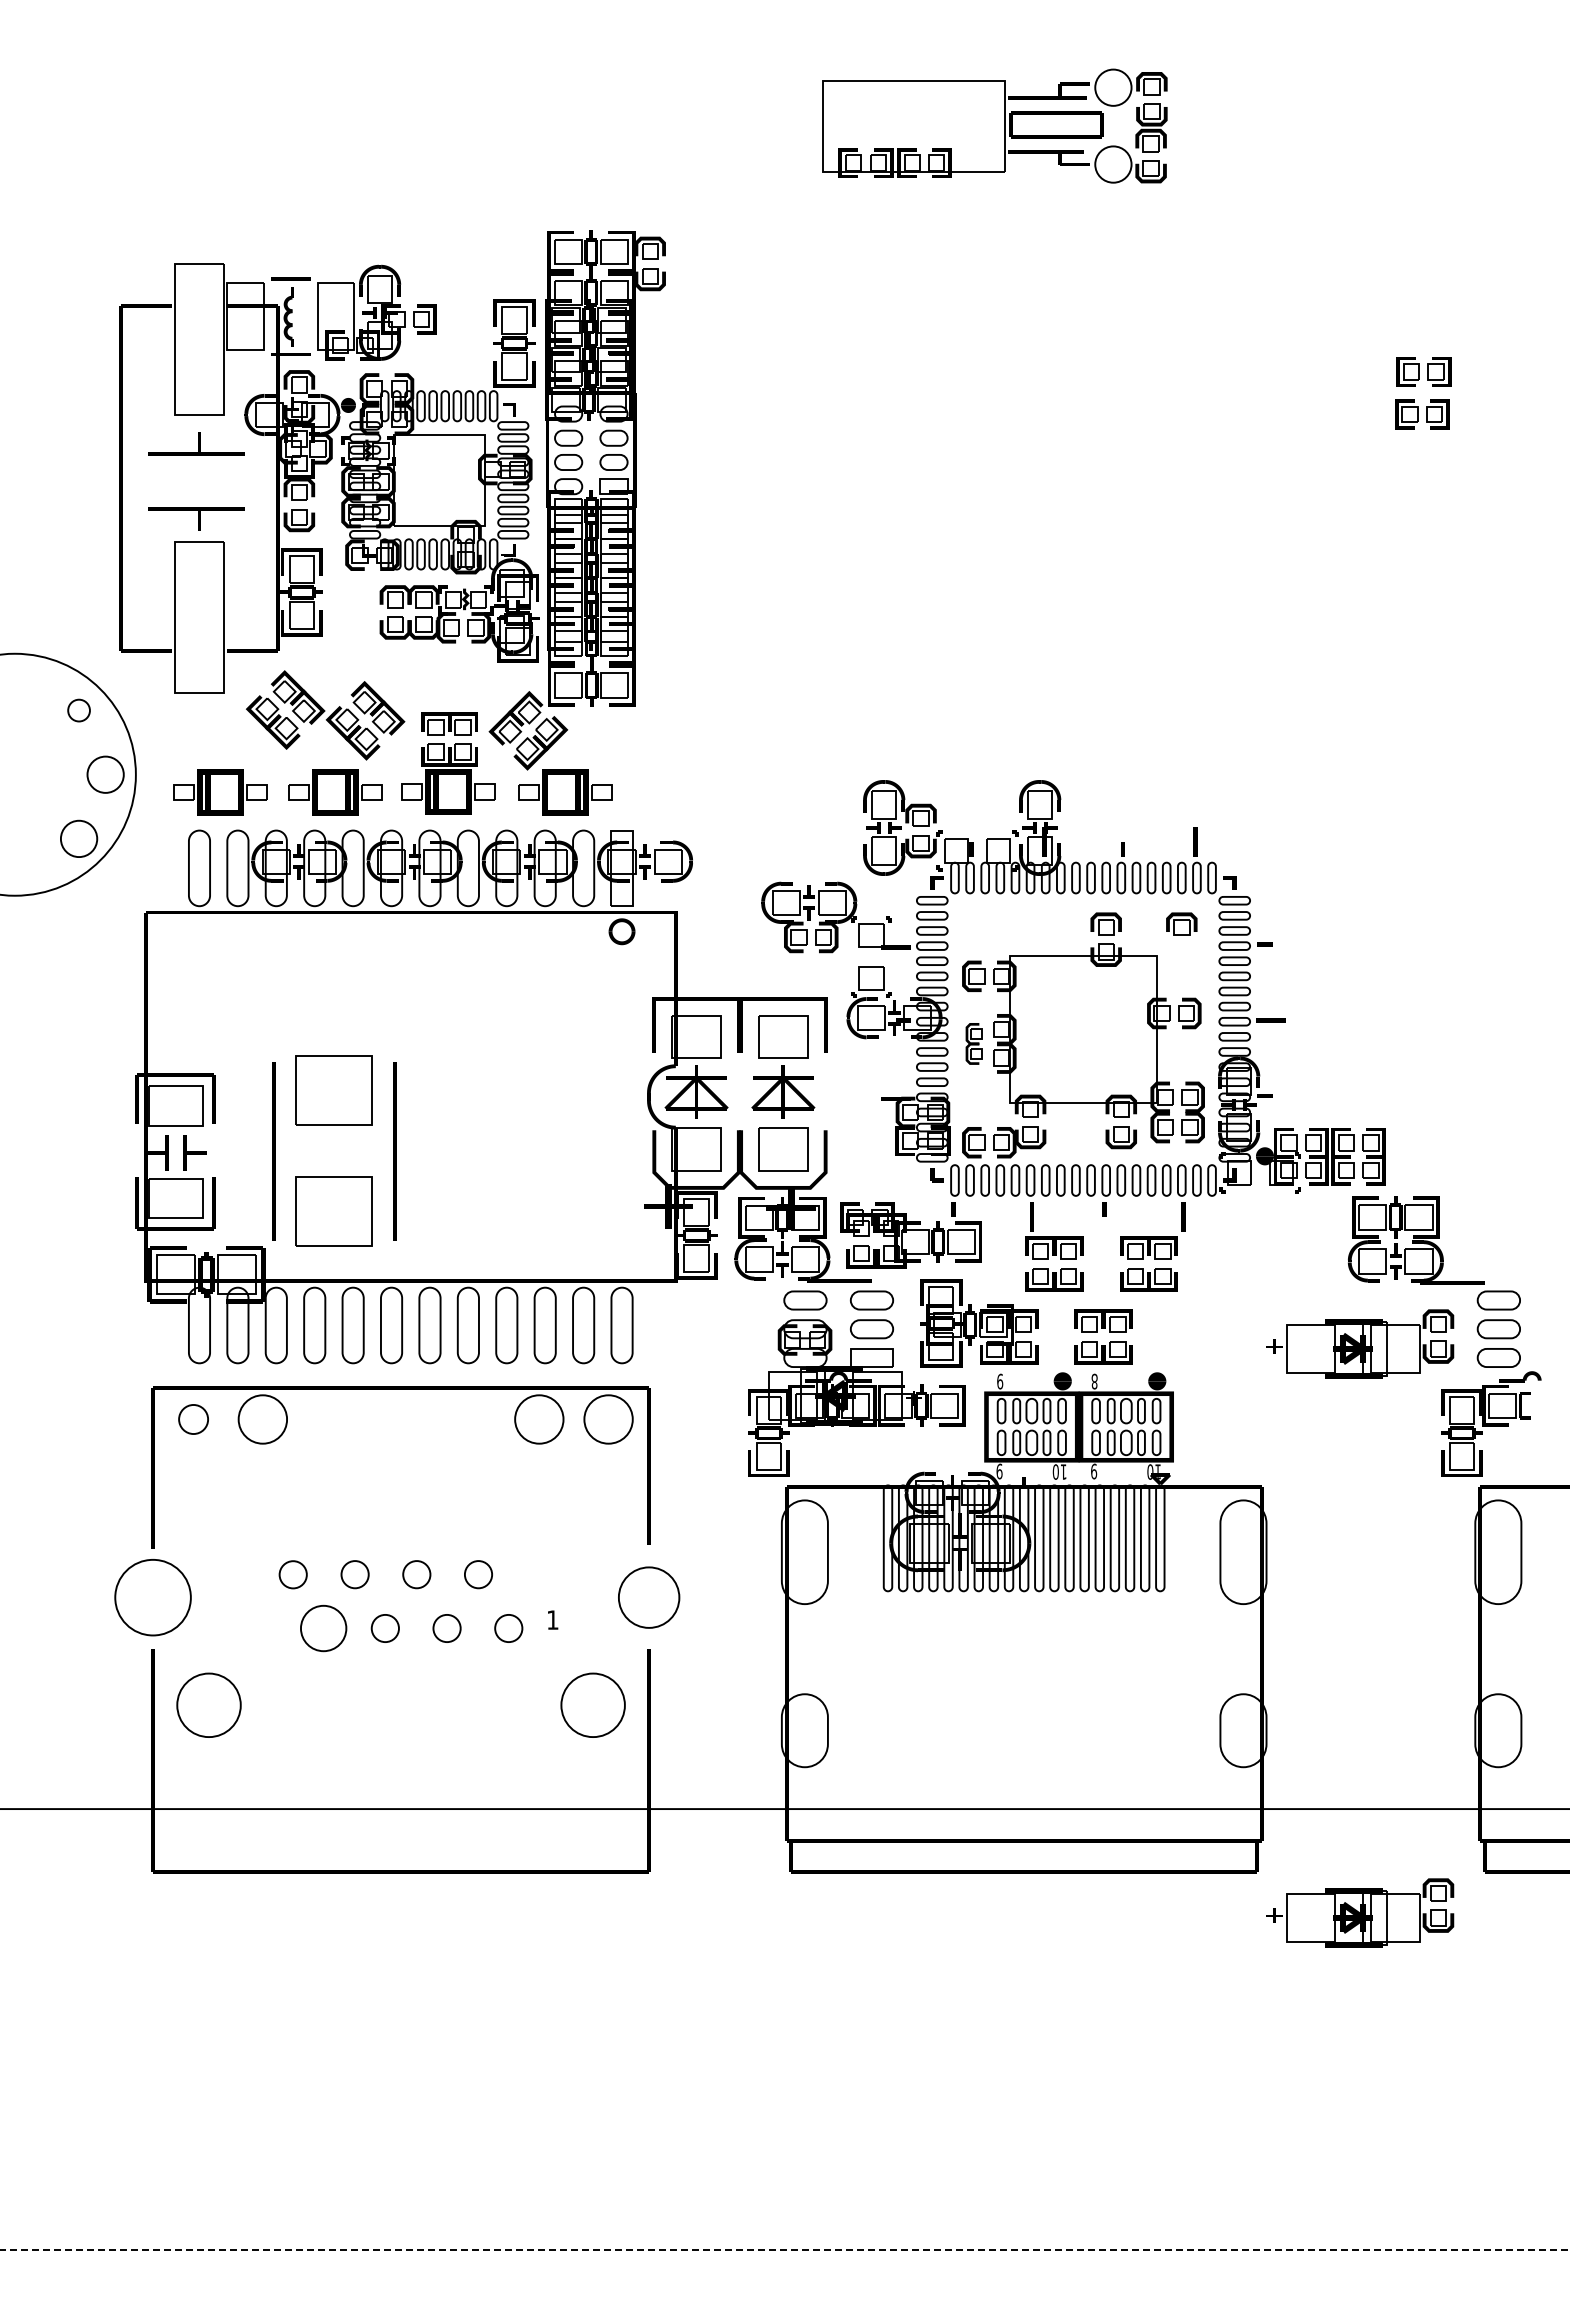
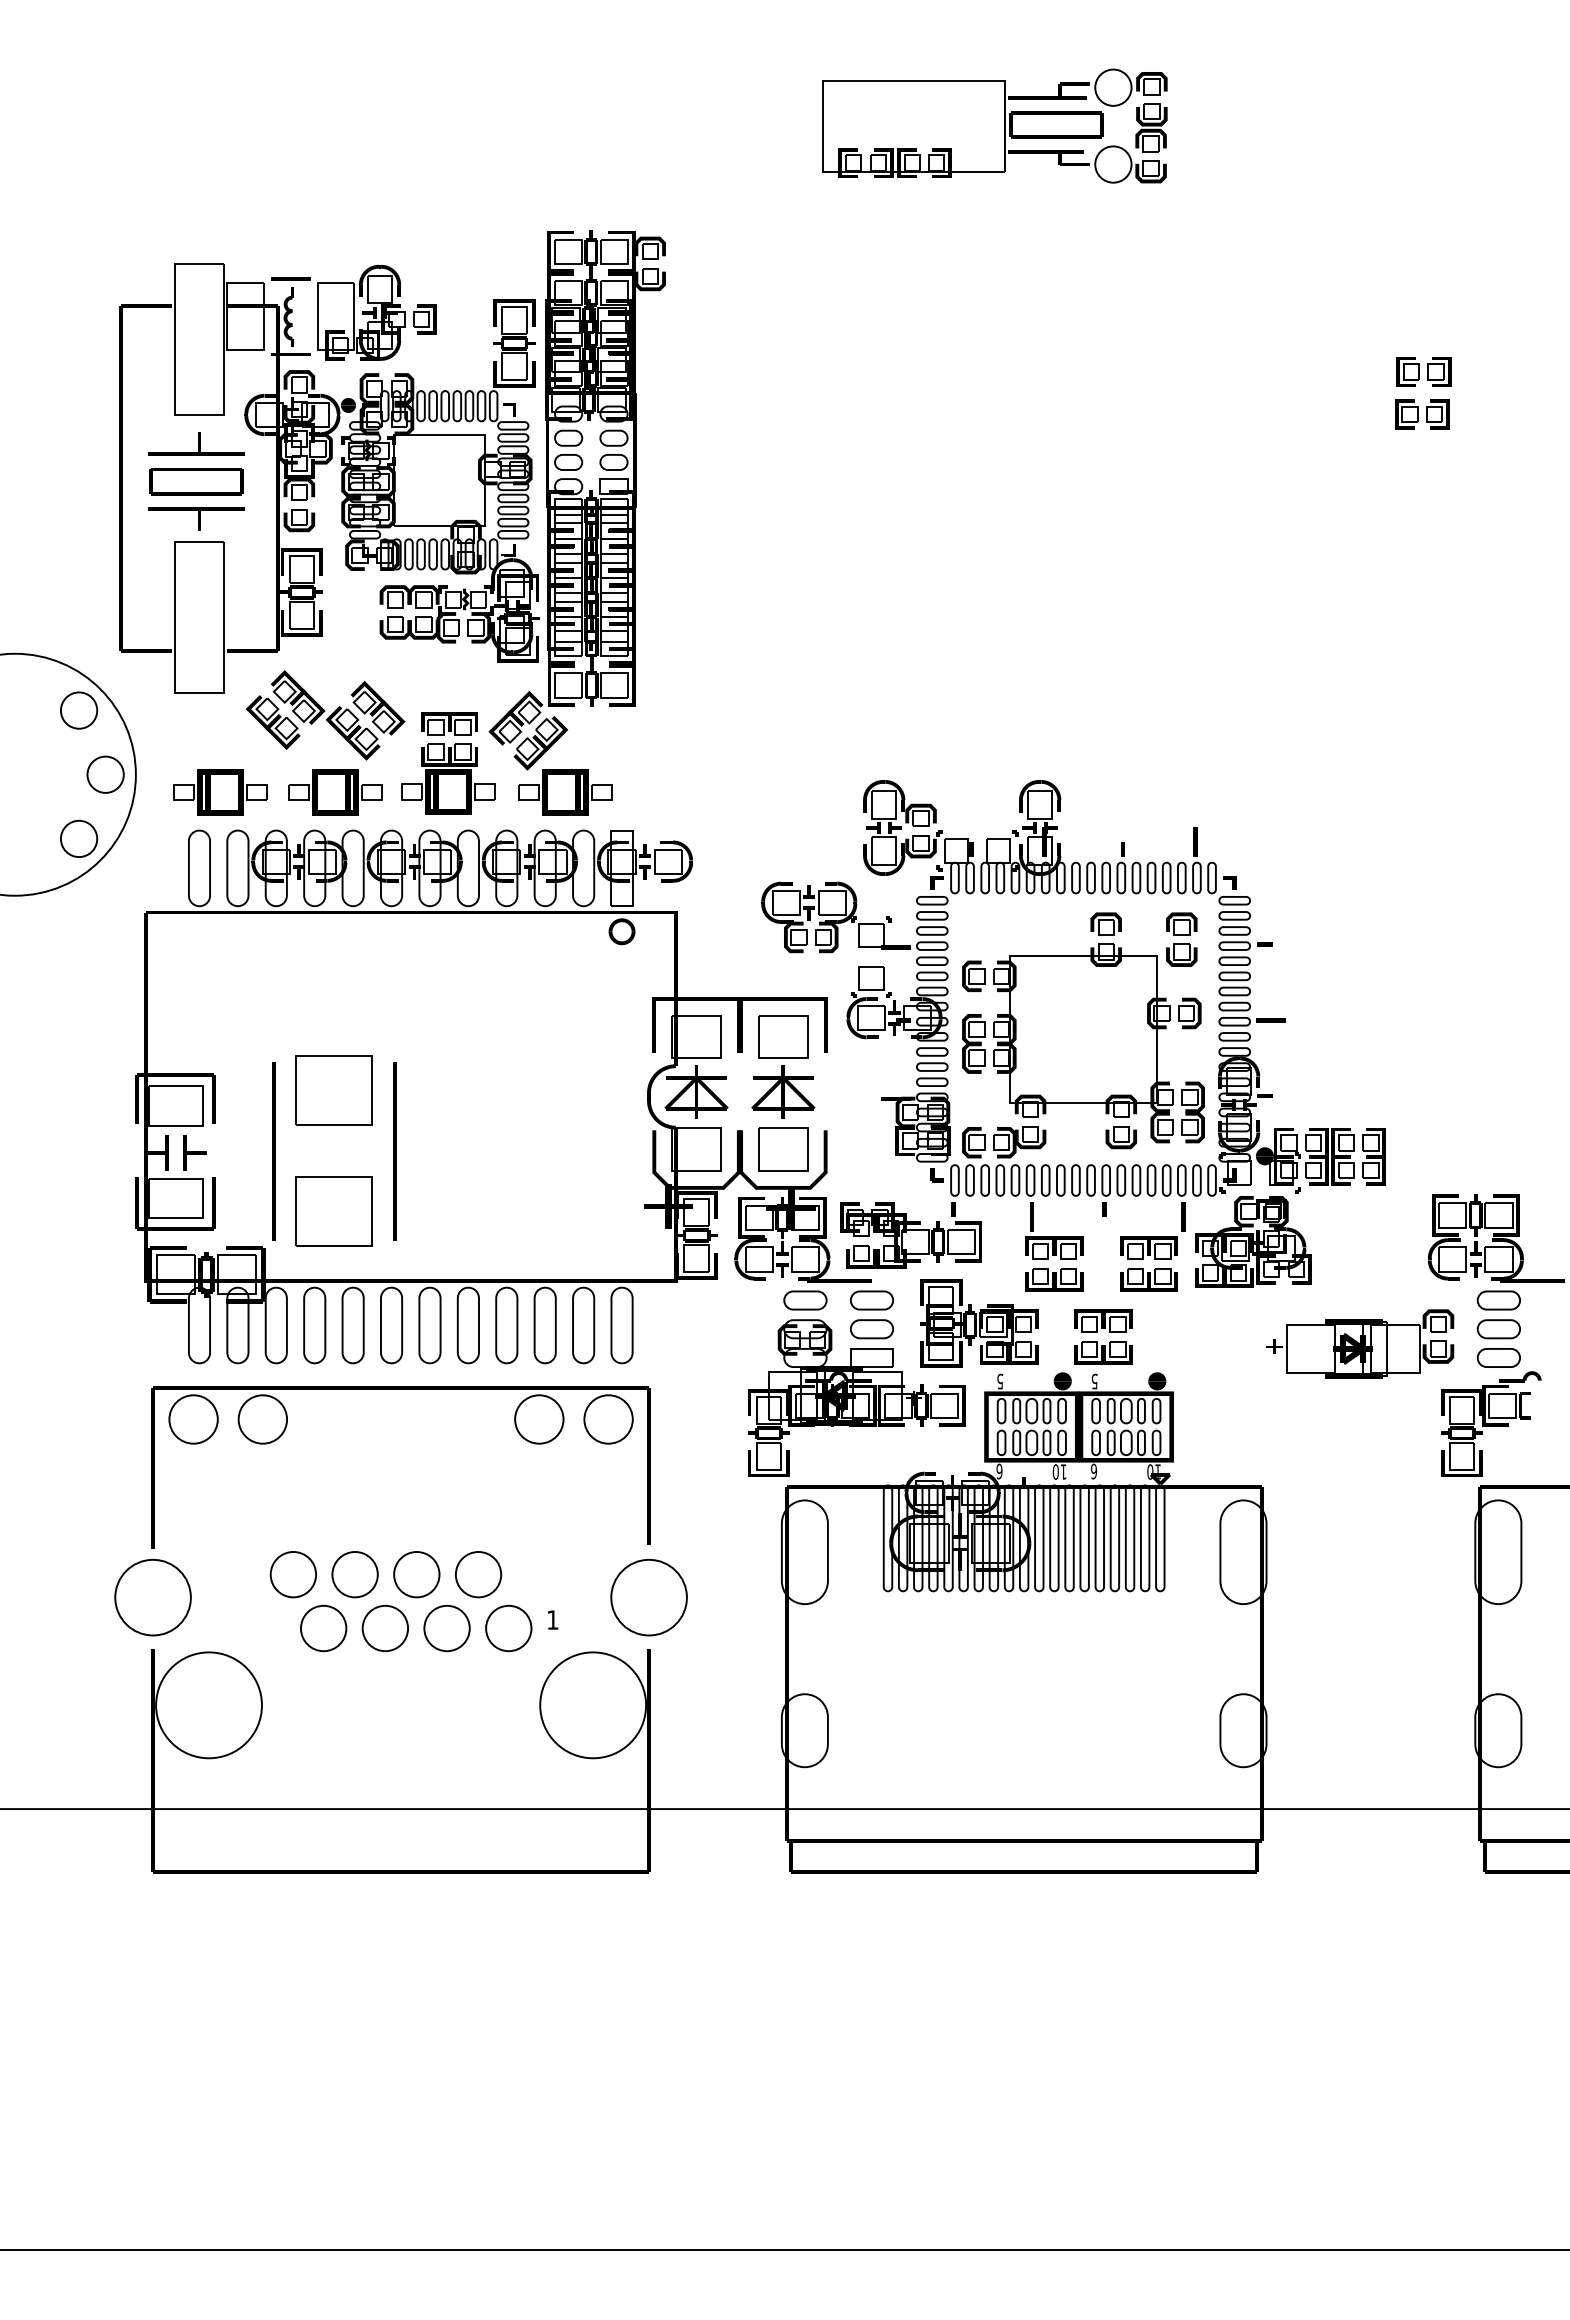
part at (196, 481): none -> present
circle at (78, 710) diameter: 22 px -> 36 px
part at (1181, 954): none -> present
part at (973, 1043) size: 18x42 px -> 24x60 px
part at (1416, 1240) position: (1416, 1240) -> (1496, 1238)
part at (1253, 1241): none -> present
text at (1000, 1381): 9 -> 5
text at (1094, 1381): 8 -> 5
circle at (193, 1419) diameter: 29 px -> 48 px
text at (999, 1471): 9 -> 6
text at (1094, 1471): 9 -> 6
circle at (292, 1574) size: 30x30 px -> 48x48 px
circle at (354, 1574) diameter: 27 px -> 45 px
circle at (416, 1574) diameter: 27 px -> 45 px
circle at (478, 1574) diameter: 27 px -> 45 px
circle at (648, 1597) diameter: 60 px -> 76 px
circle at (384, 1628) diameter: 27 px -> 45 px
circle at (446, 1628) diameter: 27 px -> 45 px
circle at (508, 1628) diameter: 27 px -> 45 px
circle at (208, 1705) diameter: 64 px -> 106 px
circle at (592, 1705) diameter: 64 px -> 106 px
part at (1360, 1912): present -> none
line at (784, 2250): dashed -> solid
